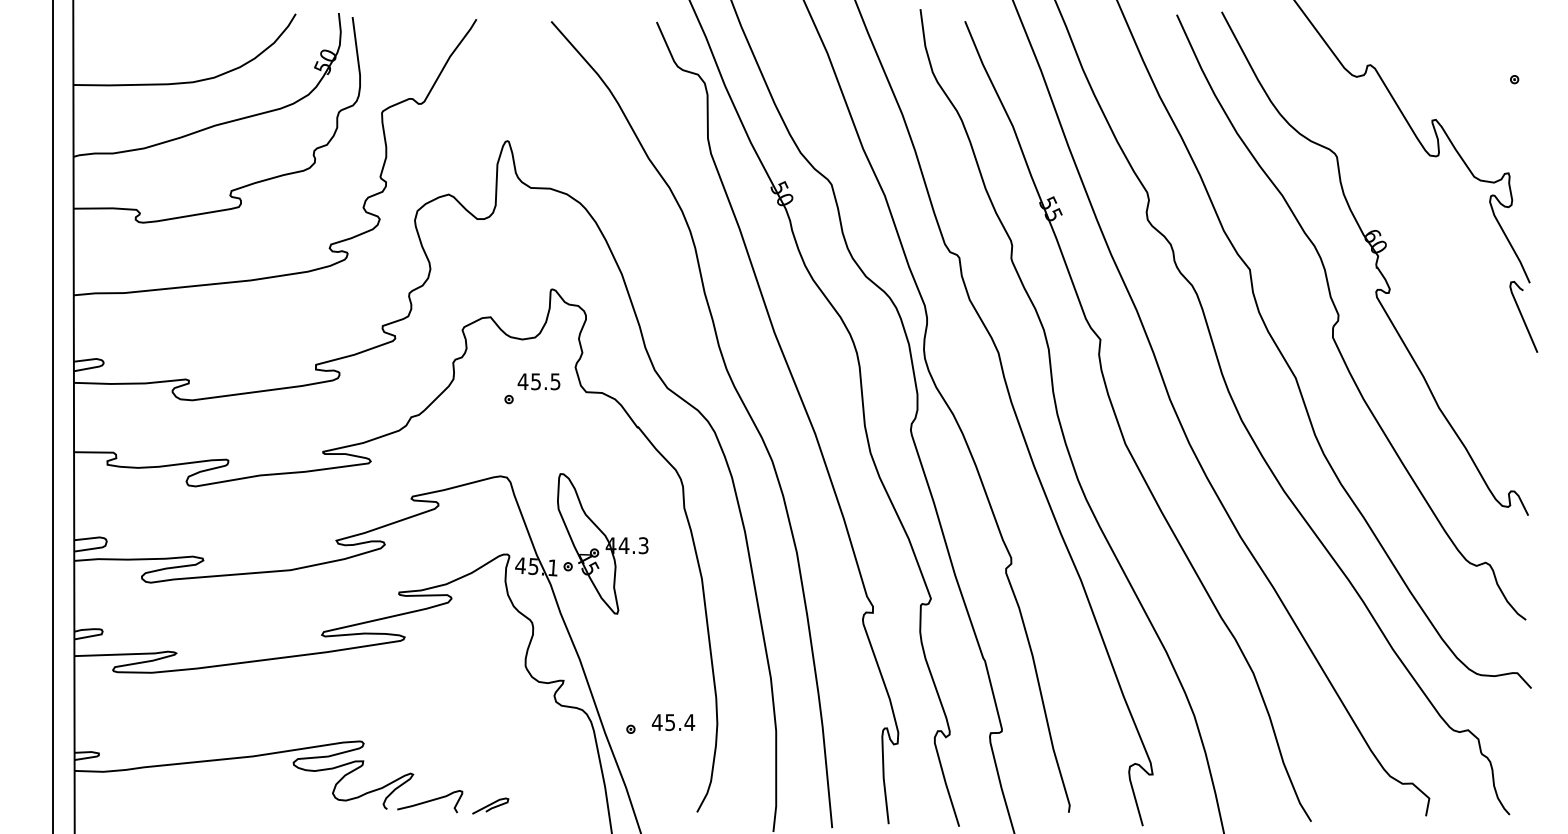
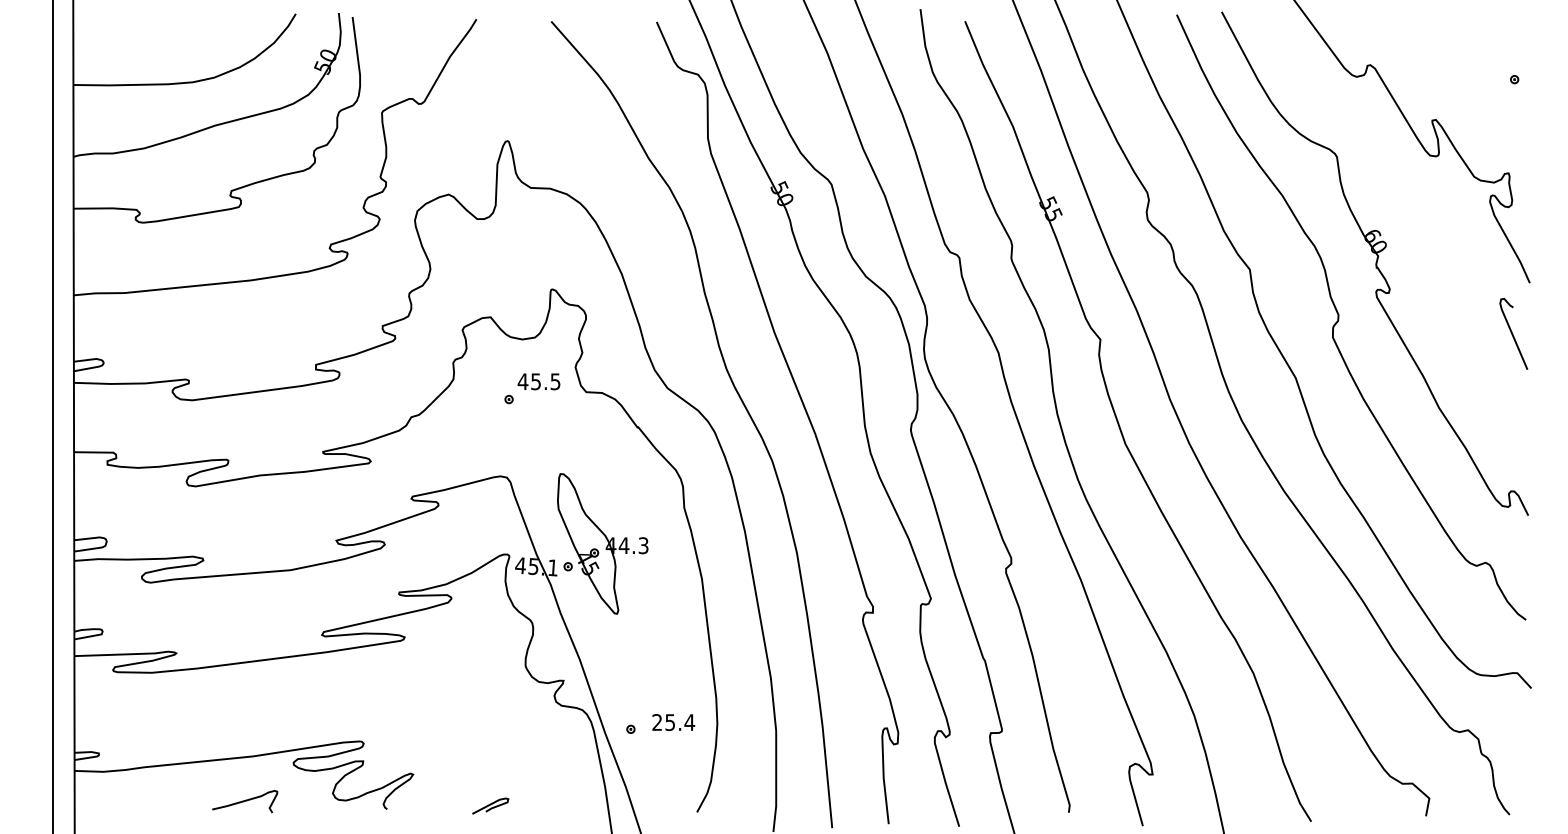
curve at (1522, 316) position: (1522, 316) -> (1512, 333)
text at (656, 722): 45.4 -> 25.4
curve at (430, 801) position: (430, 801) -> (245, 801)
